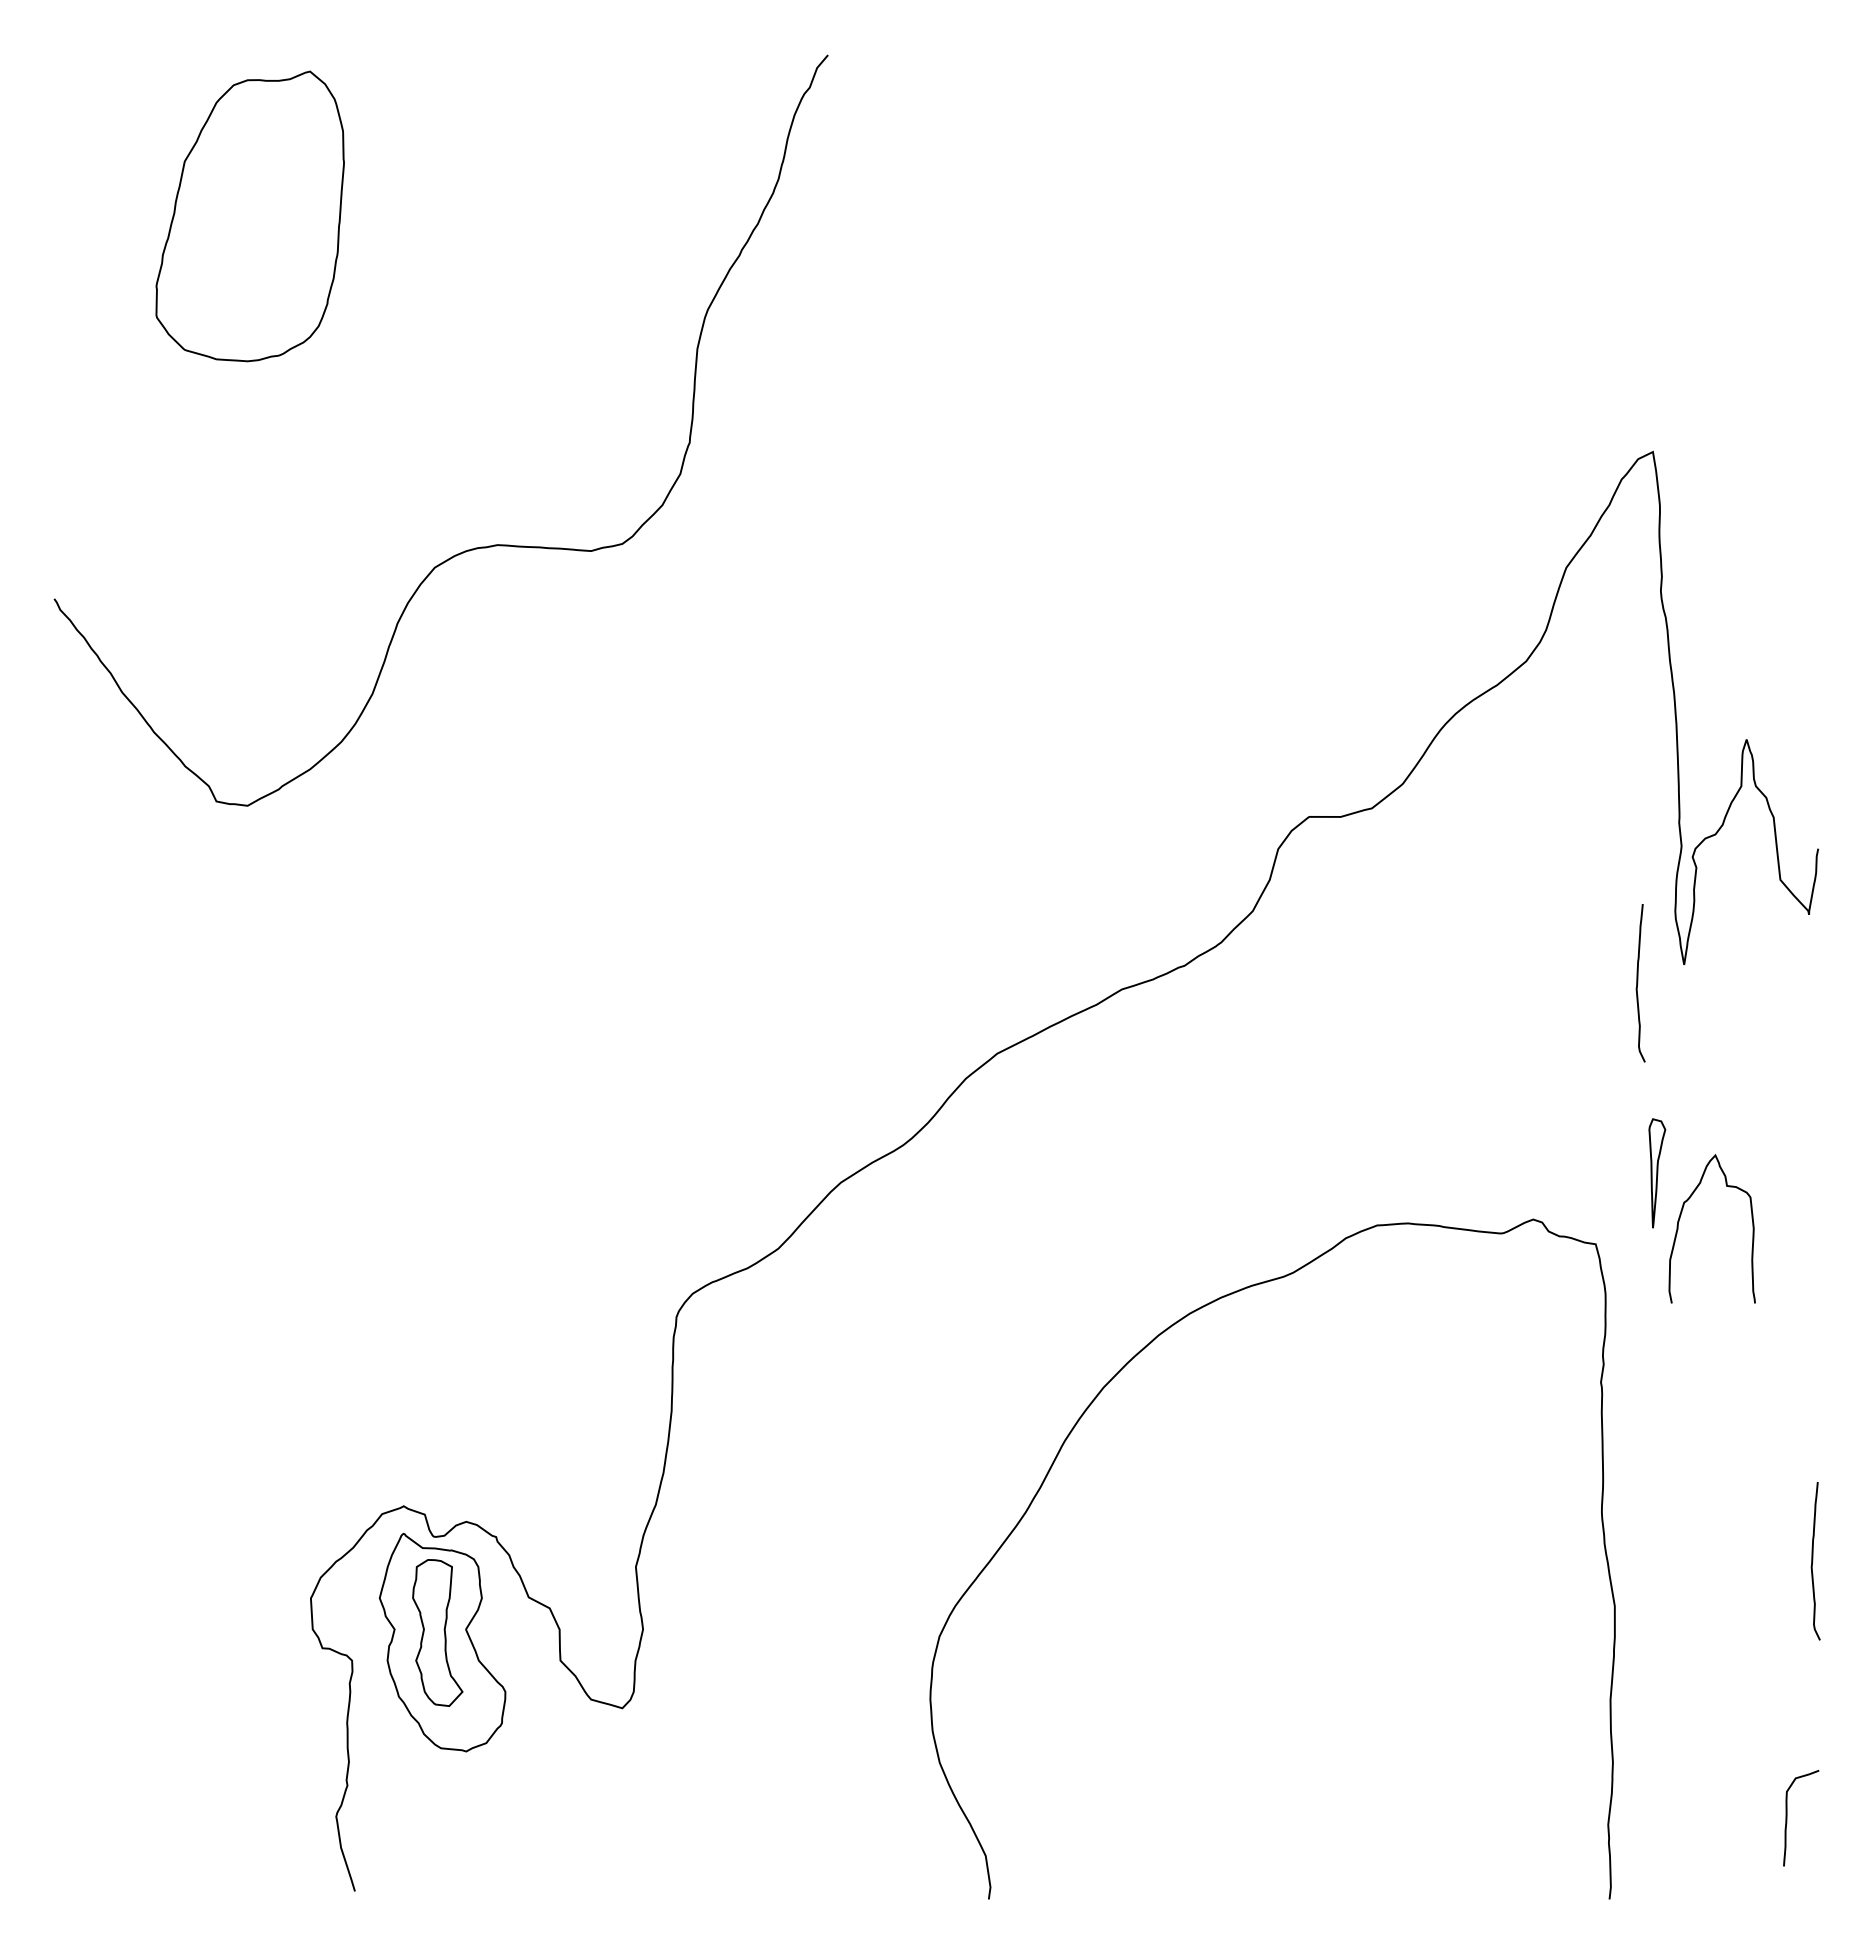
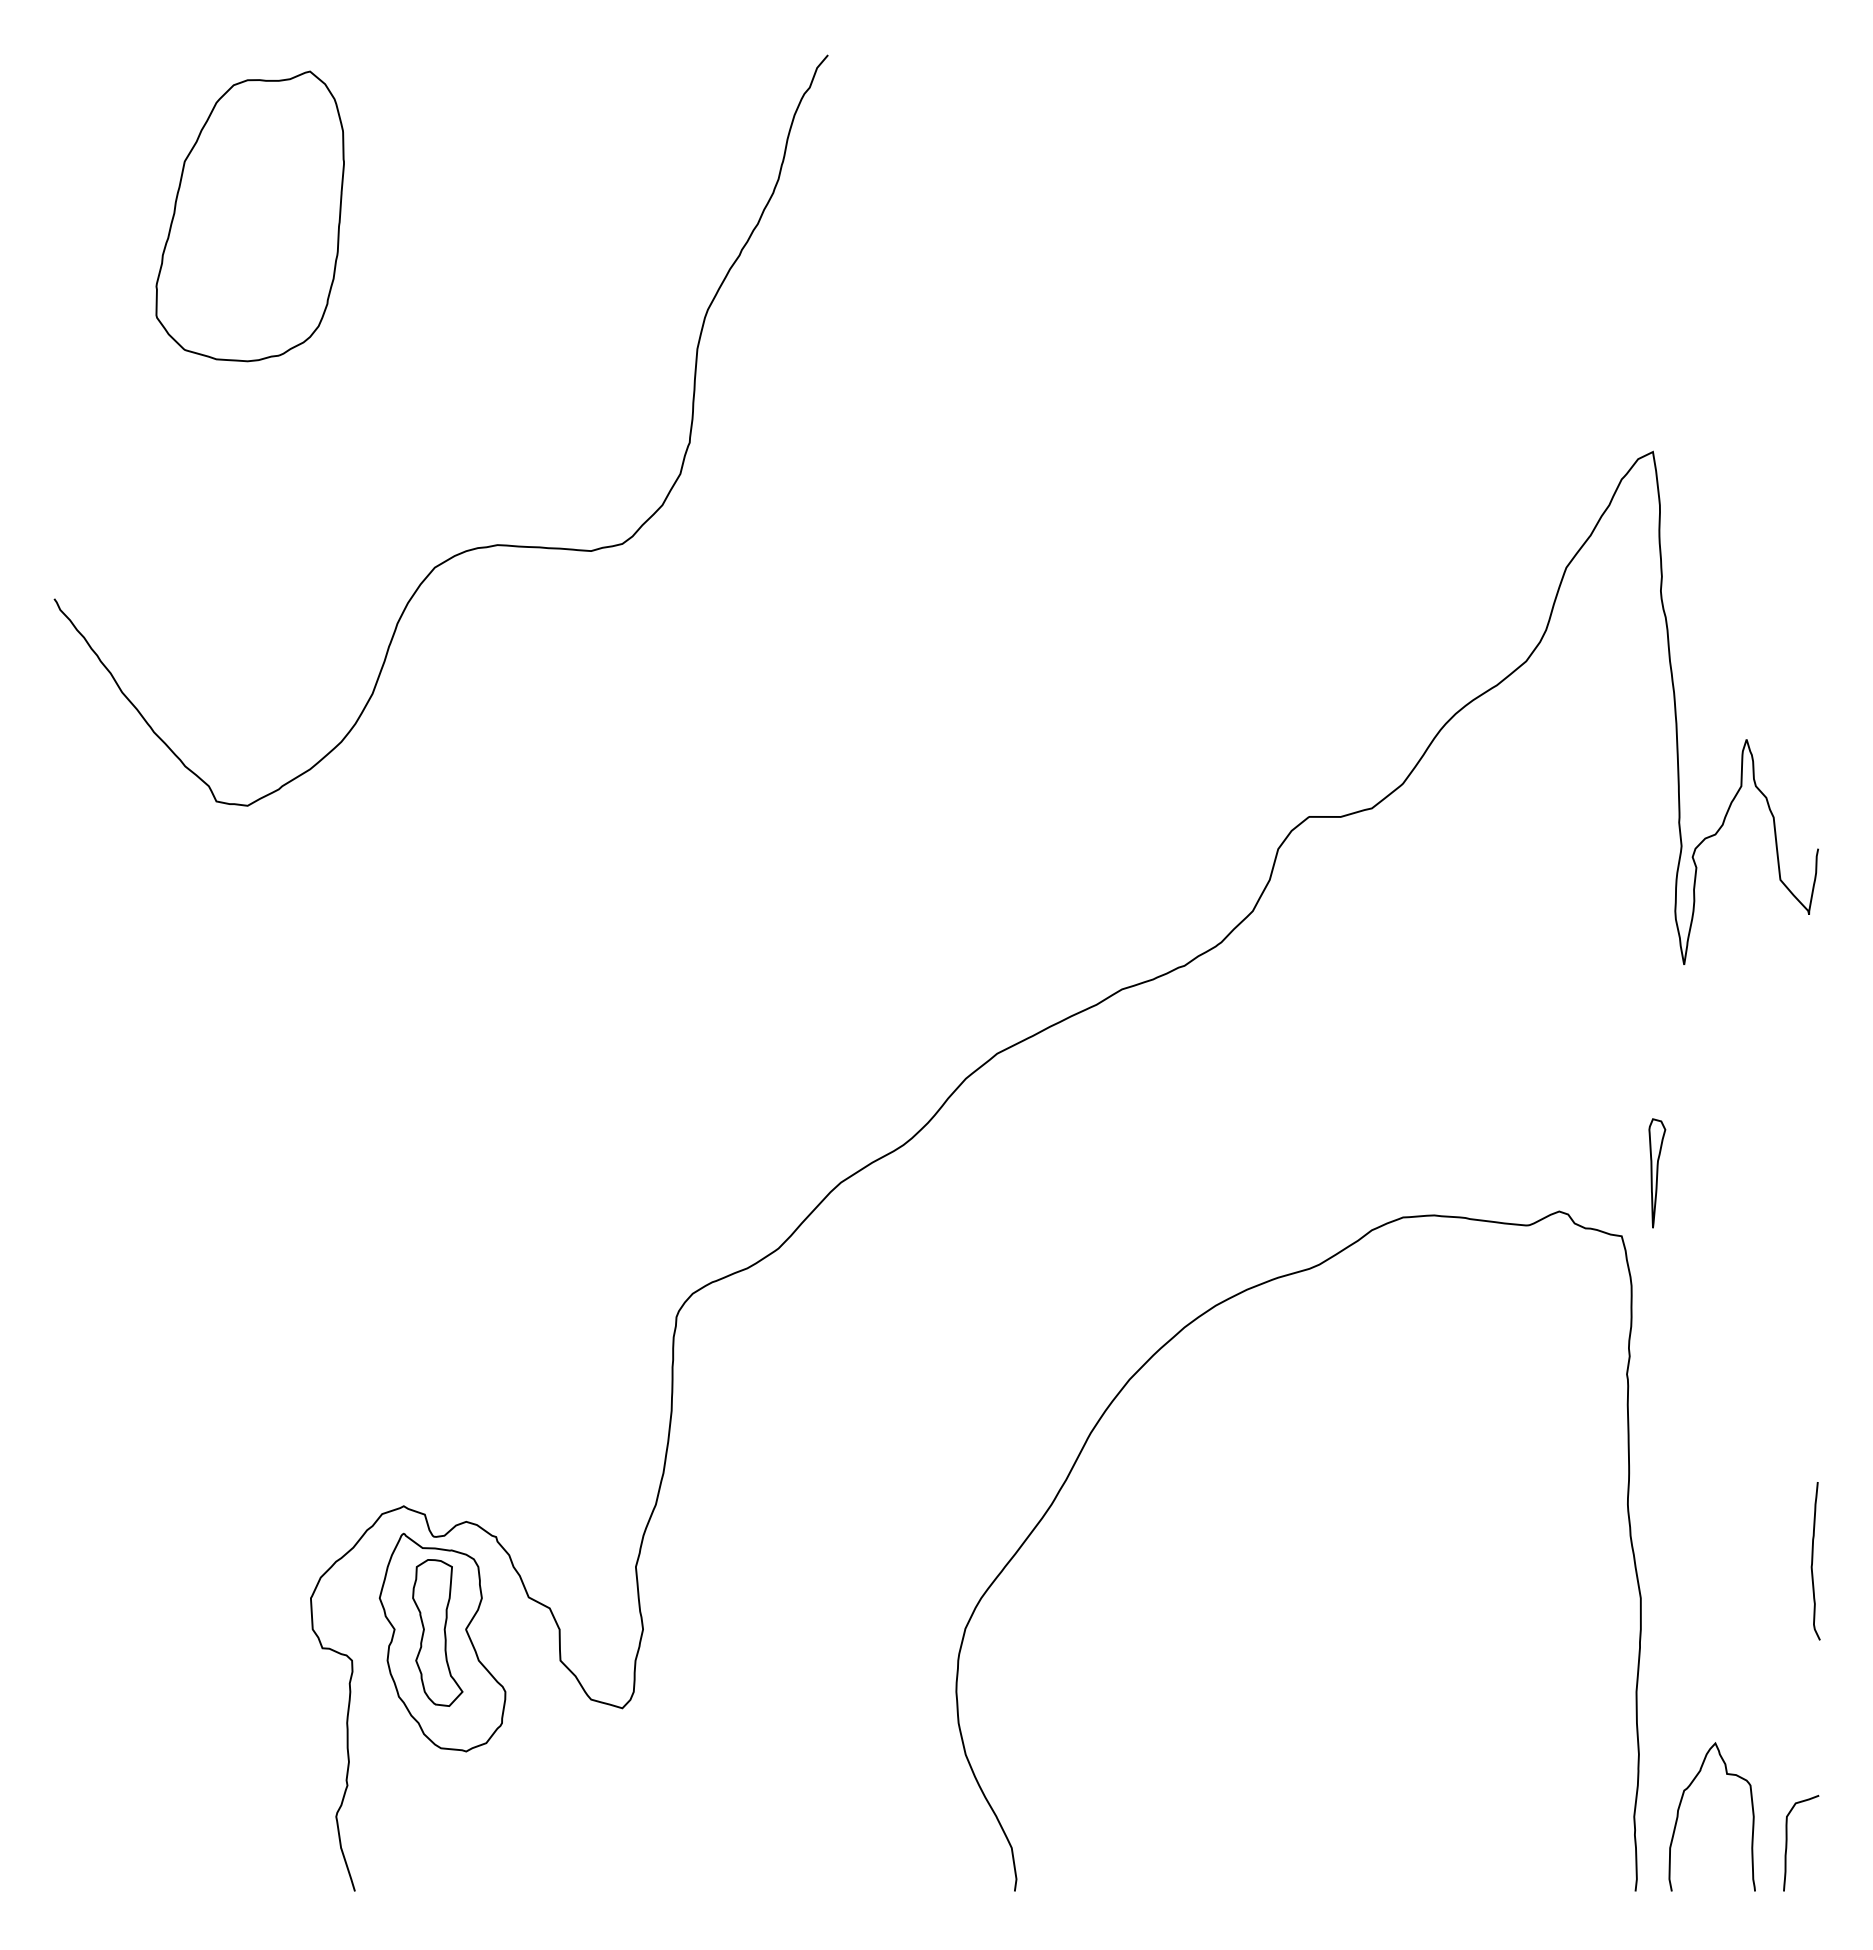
curve at (1638, 983): present -> none
curve at (1680, 1218) position: (1680, 1218) -> (1680, 1806)
curve at (1074, 1428) position: (1074, 1428) -> (1100, 1420)
curve at (1787, 1818) position: (1787, 1818) -> (1787, 1843)
